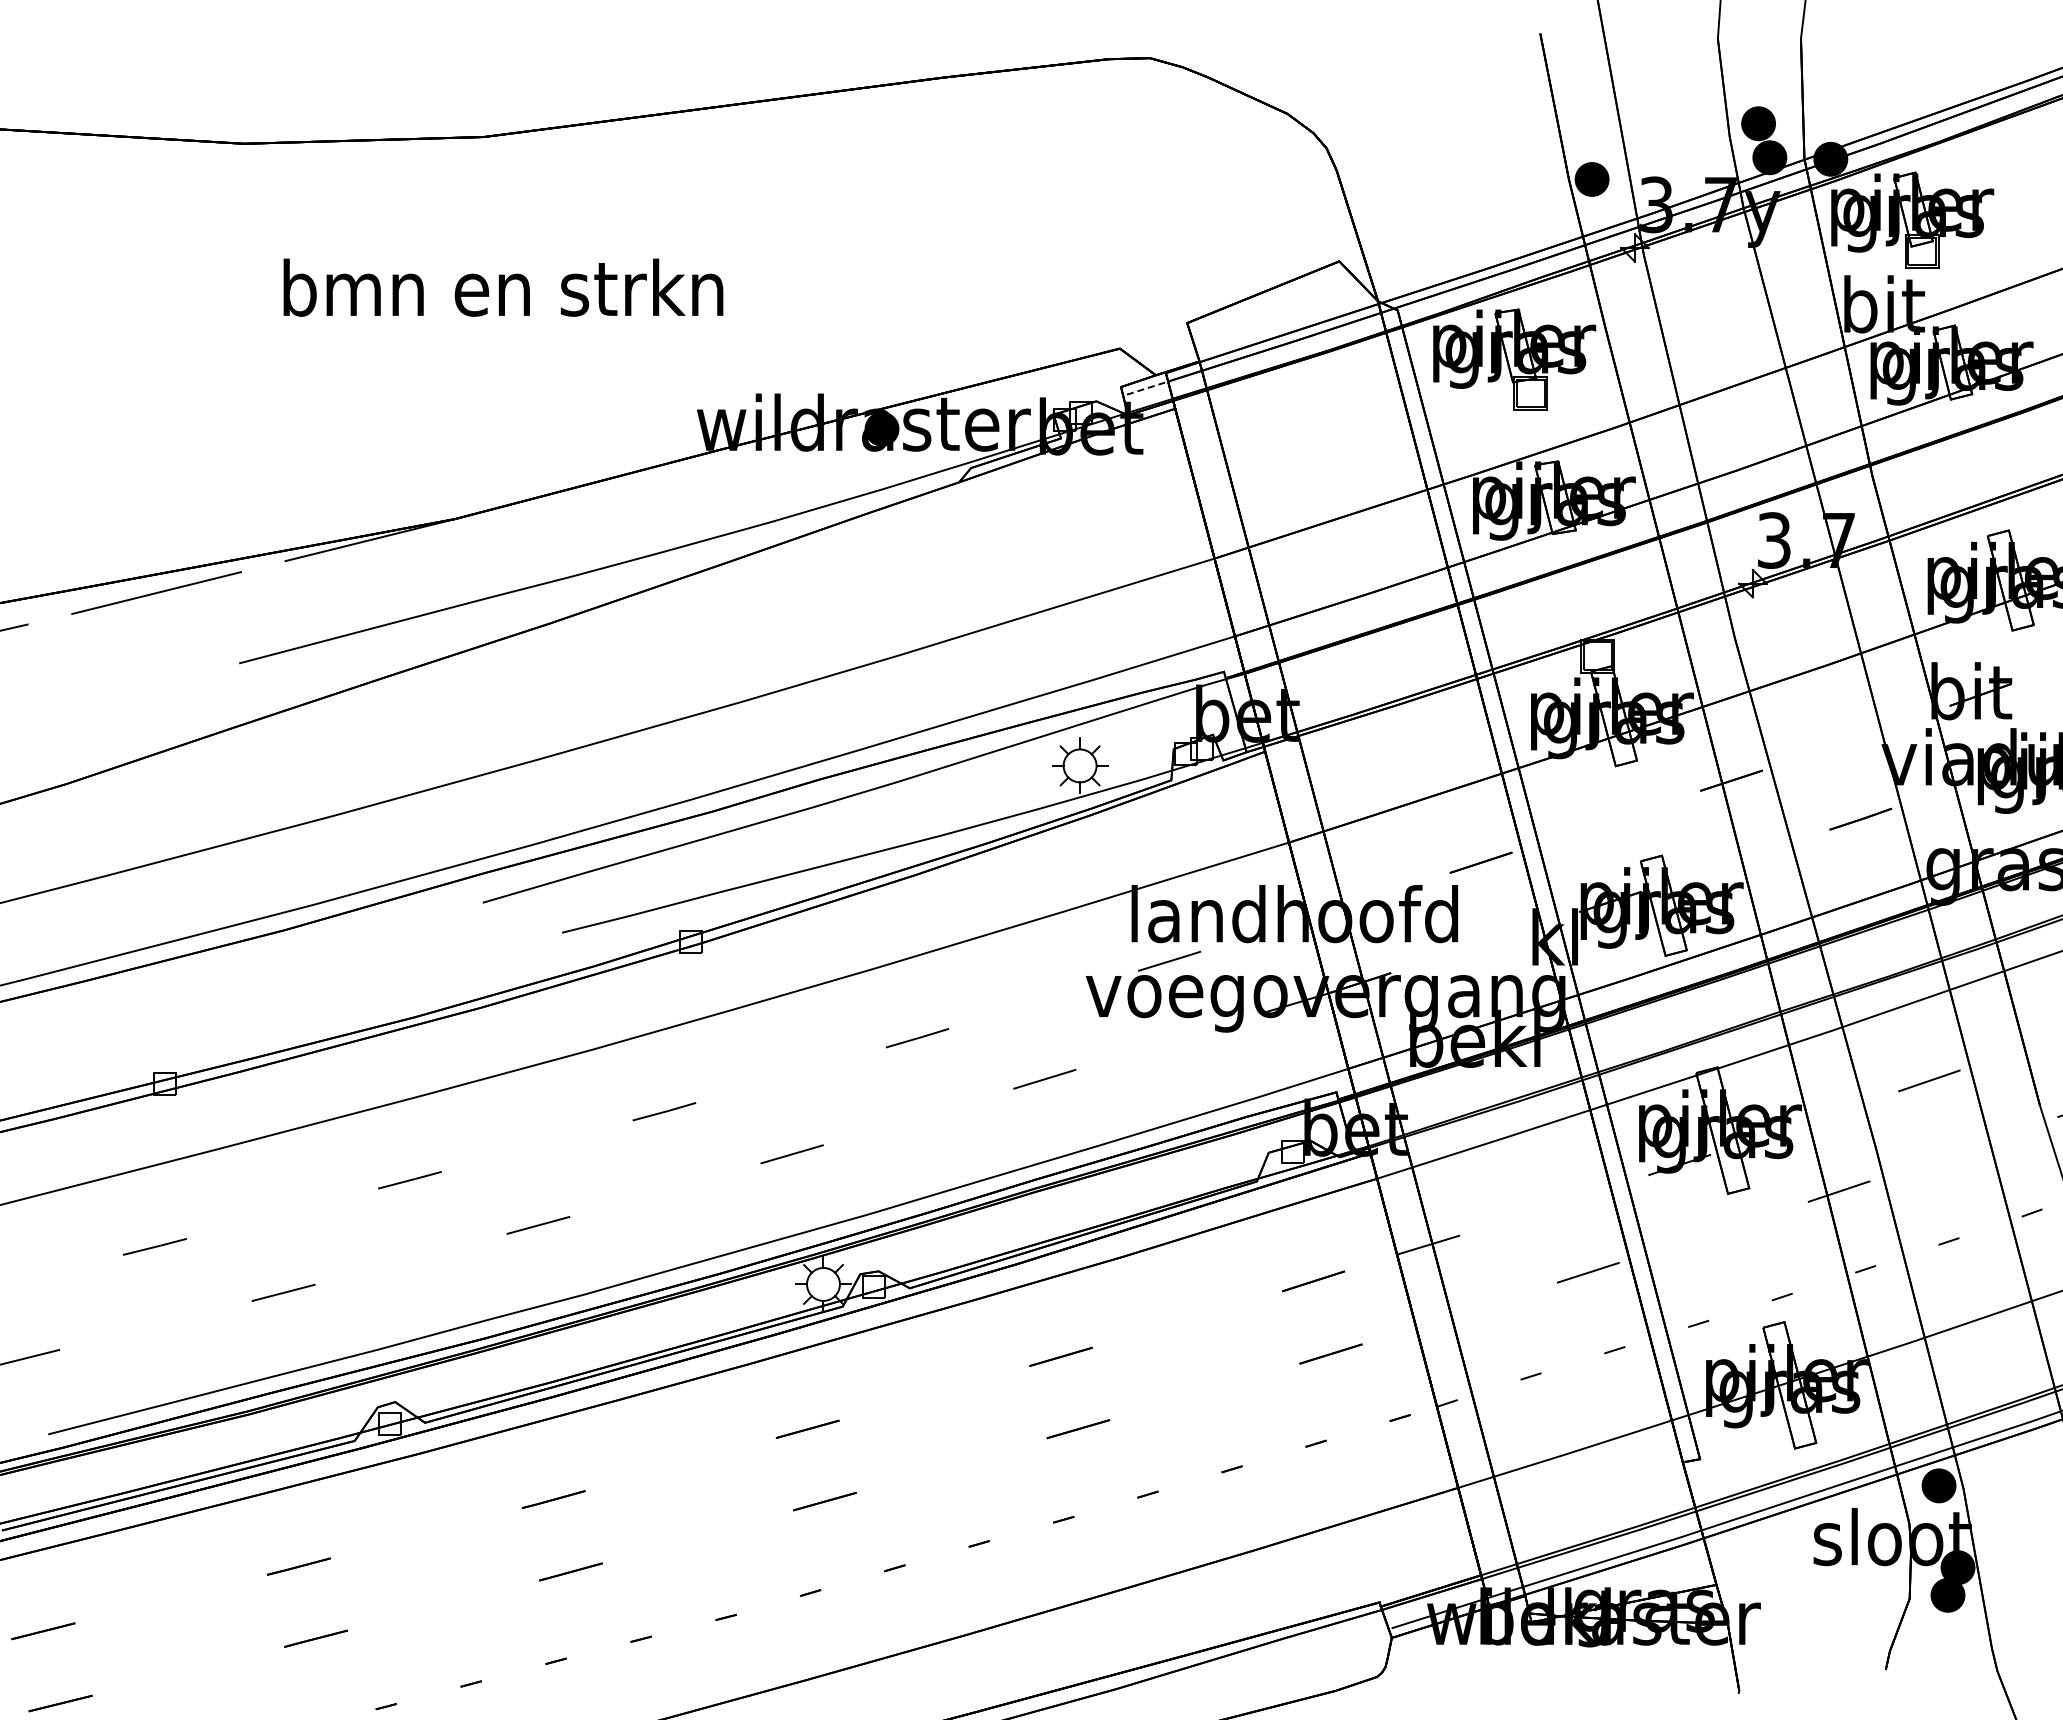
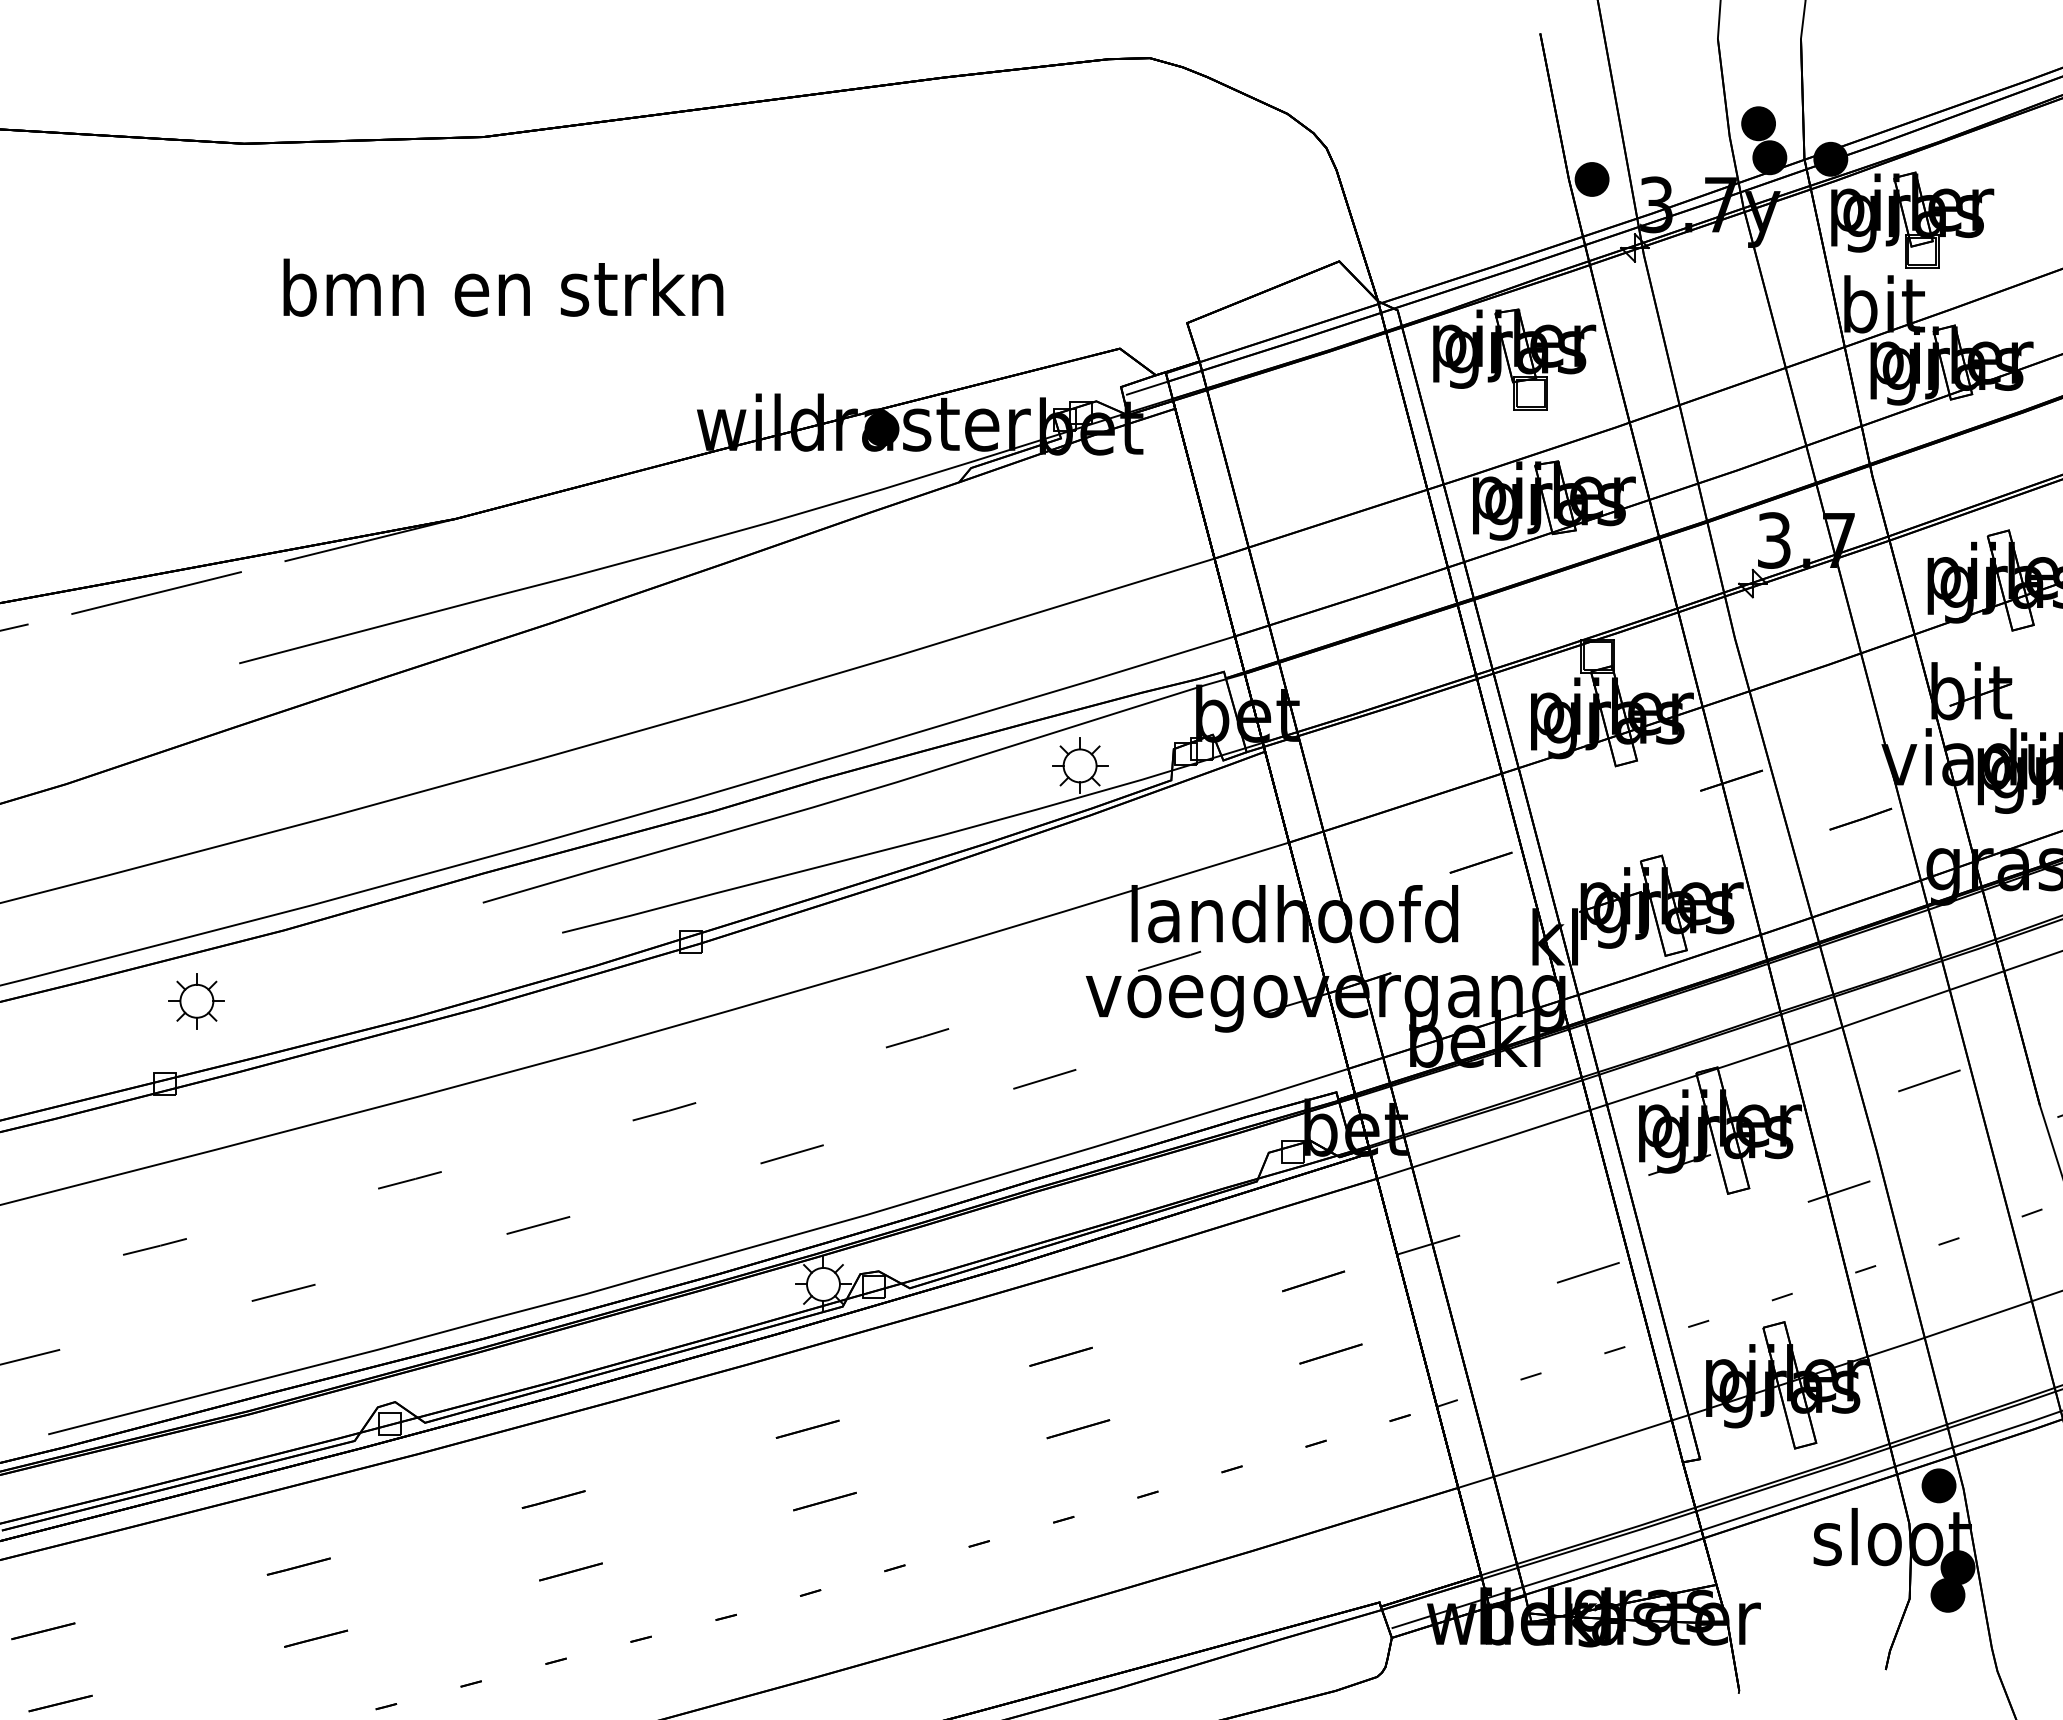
line at (1147, 388): dashed -> solid
part at (196, 1001): none -> present
